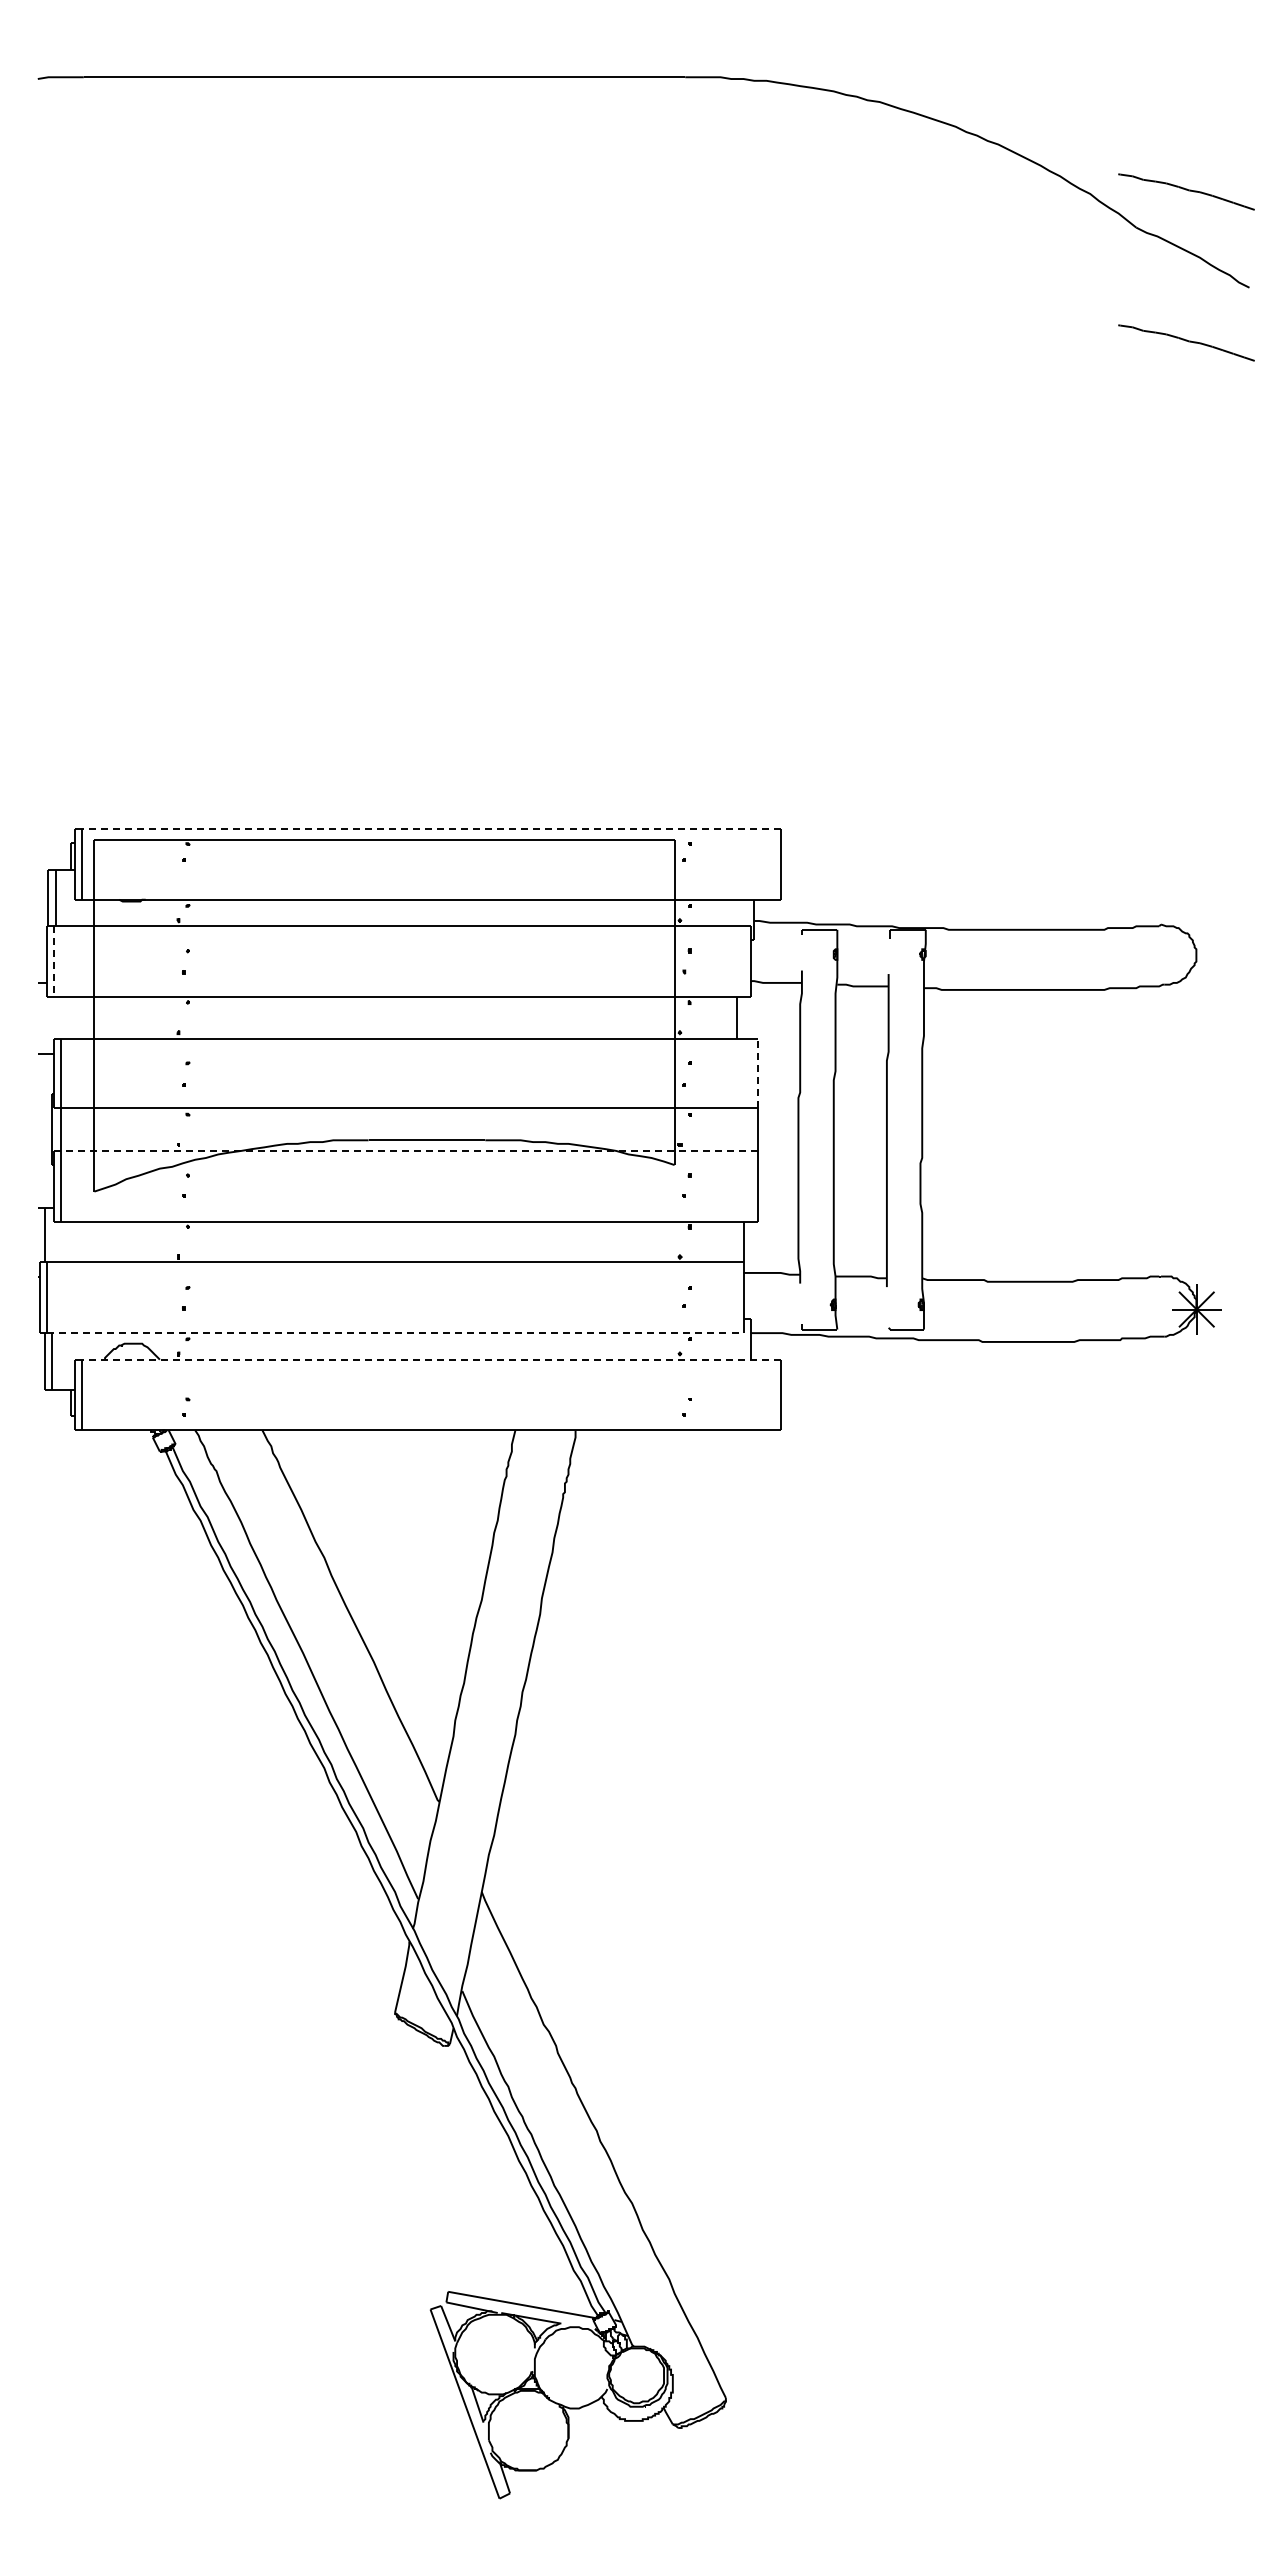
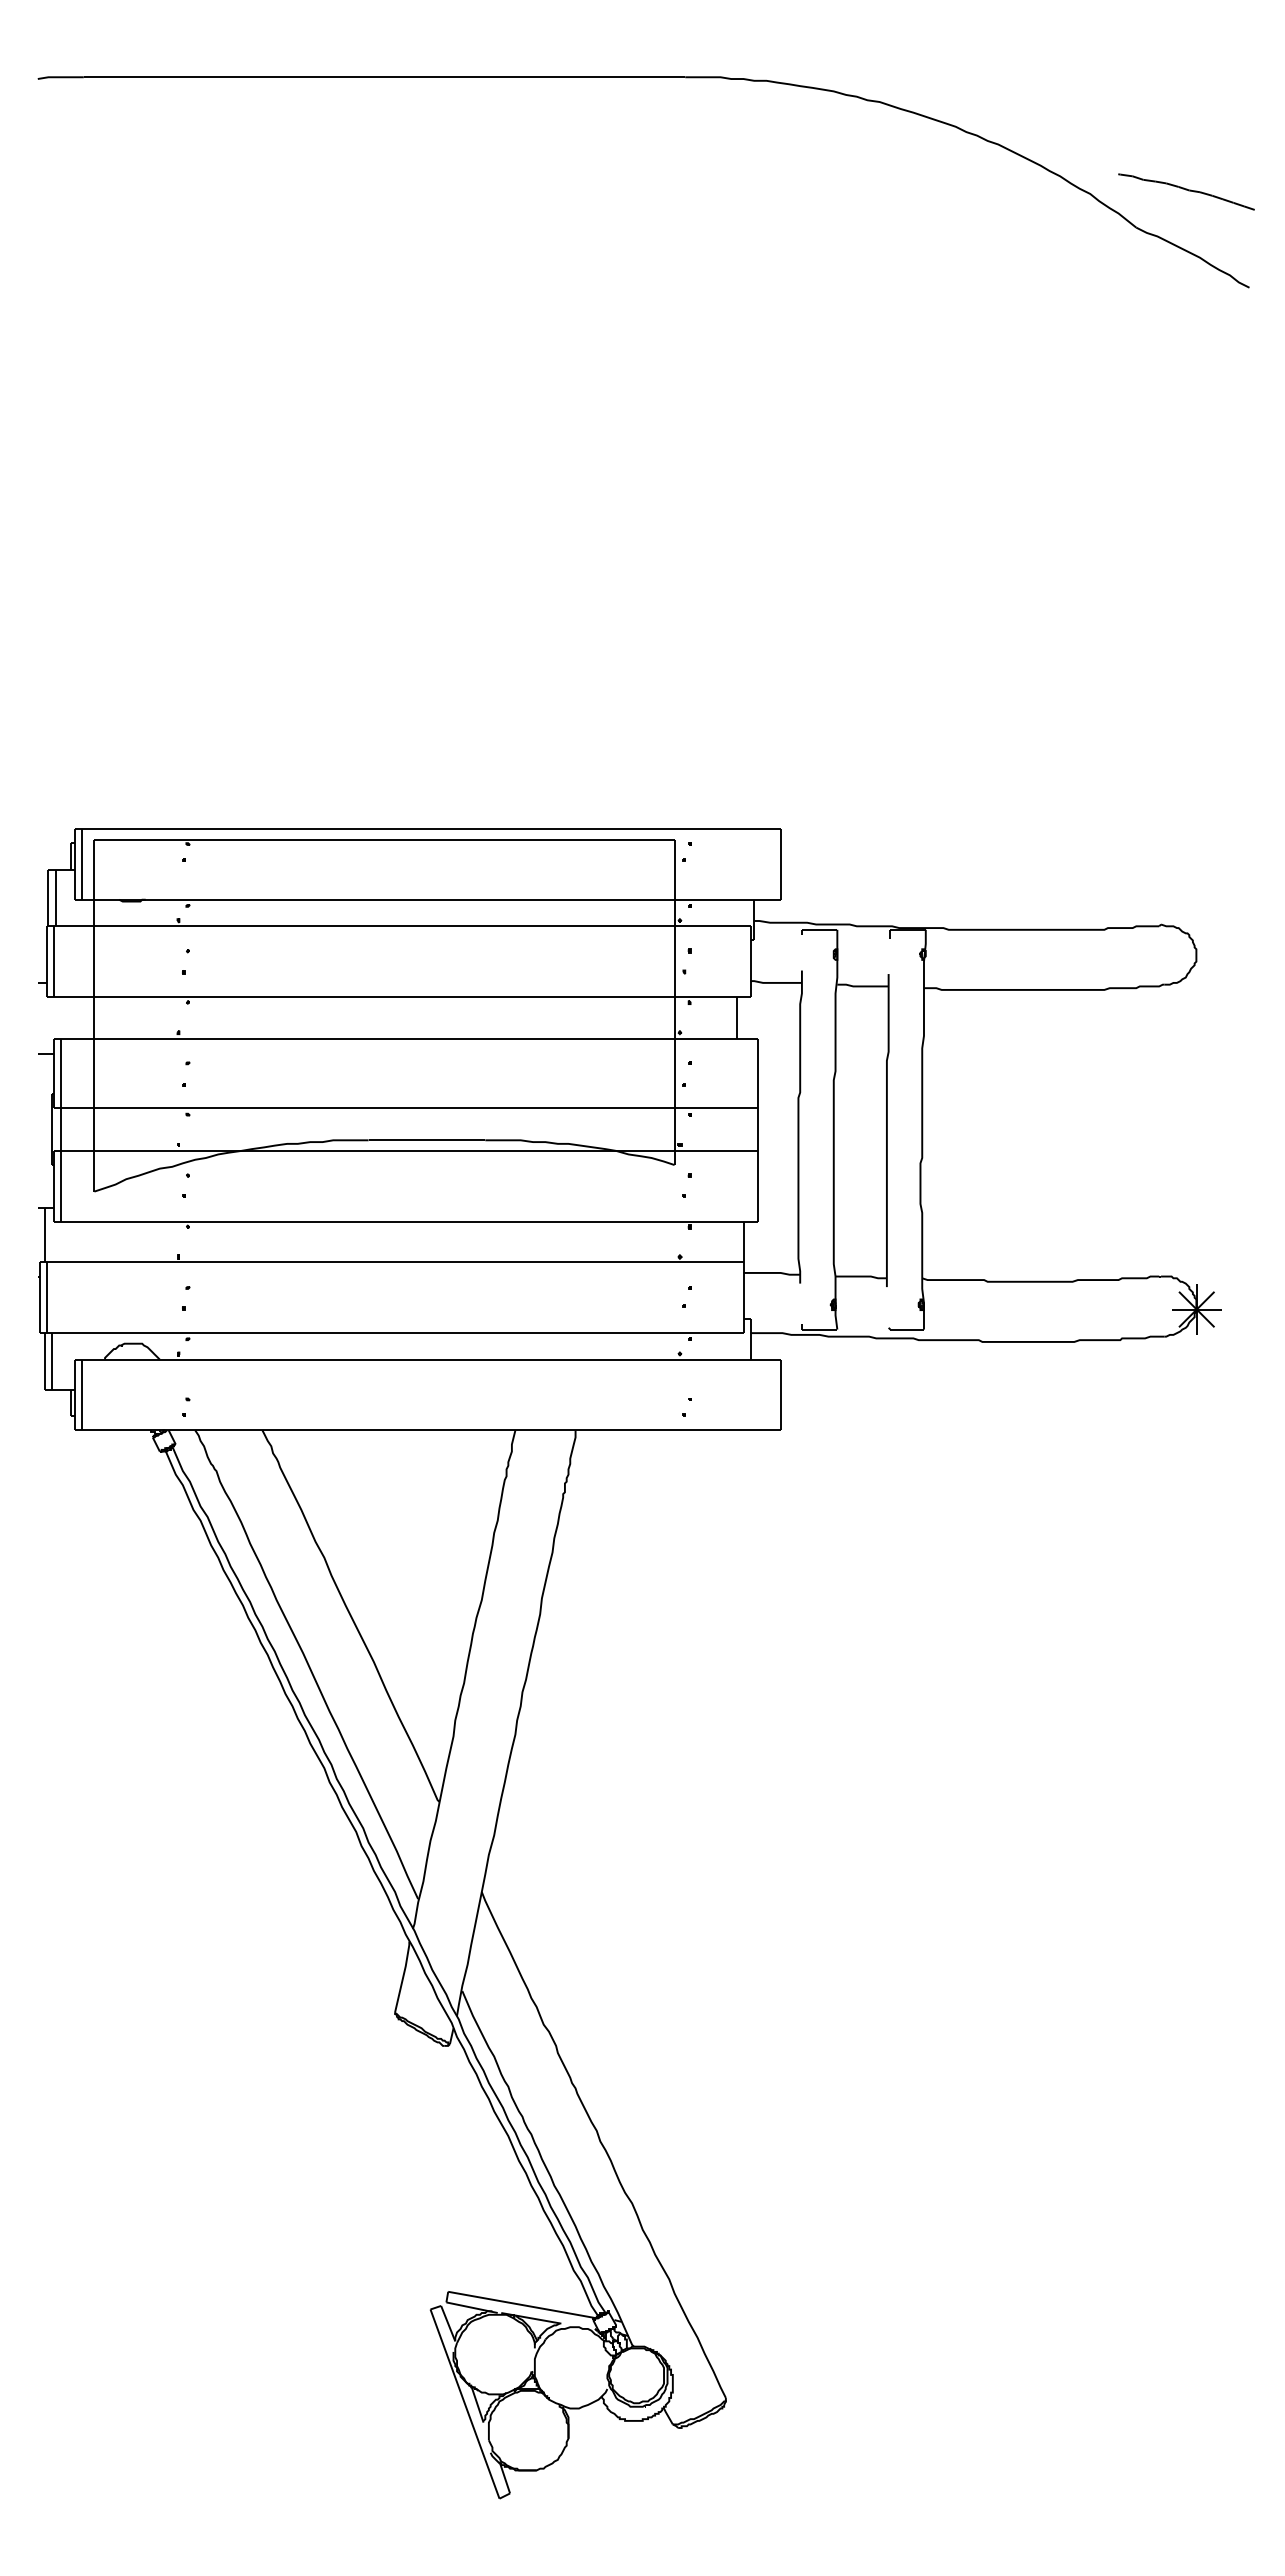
curve at (1186, 341): present -> none
line at (430, 828): dashed -> solid
line at (53, 962): dashed -> solid
line at (757, 1073): dashed -> solid
line at (408, 1150): dashed -> solid
line at (395, 1333): dashed -> solid
line at (430, 1359): dashed -> solid
